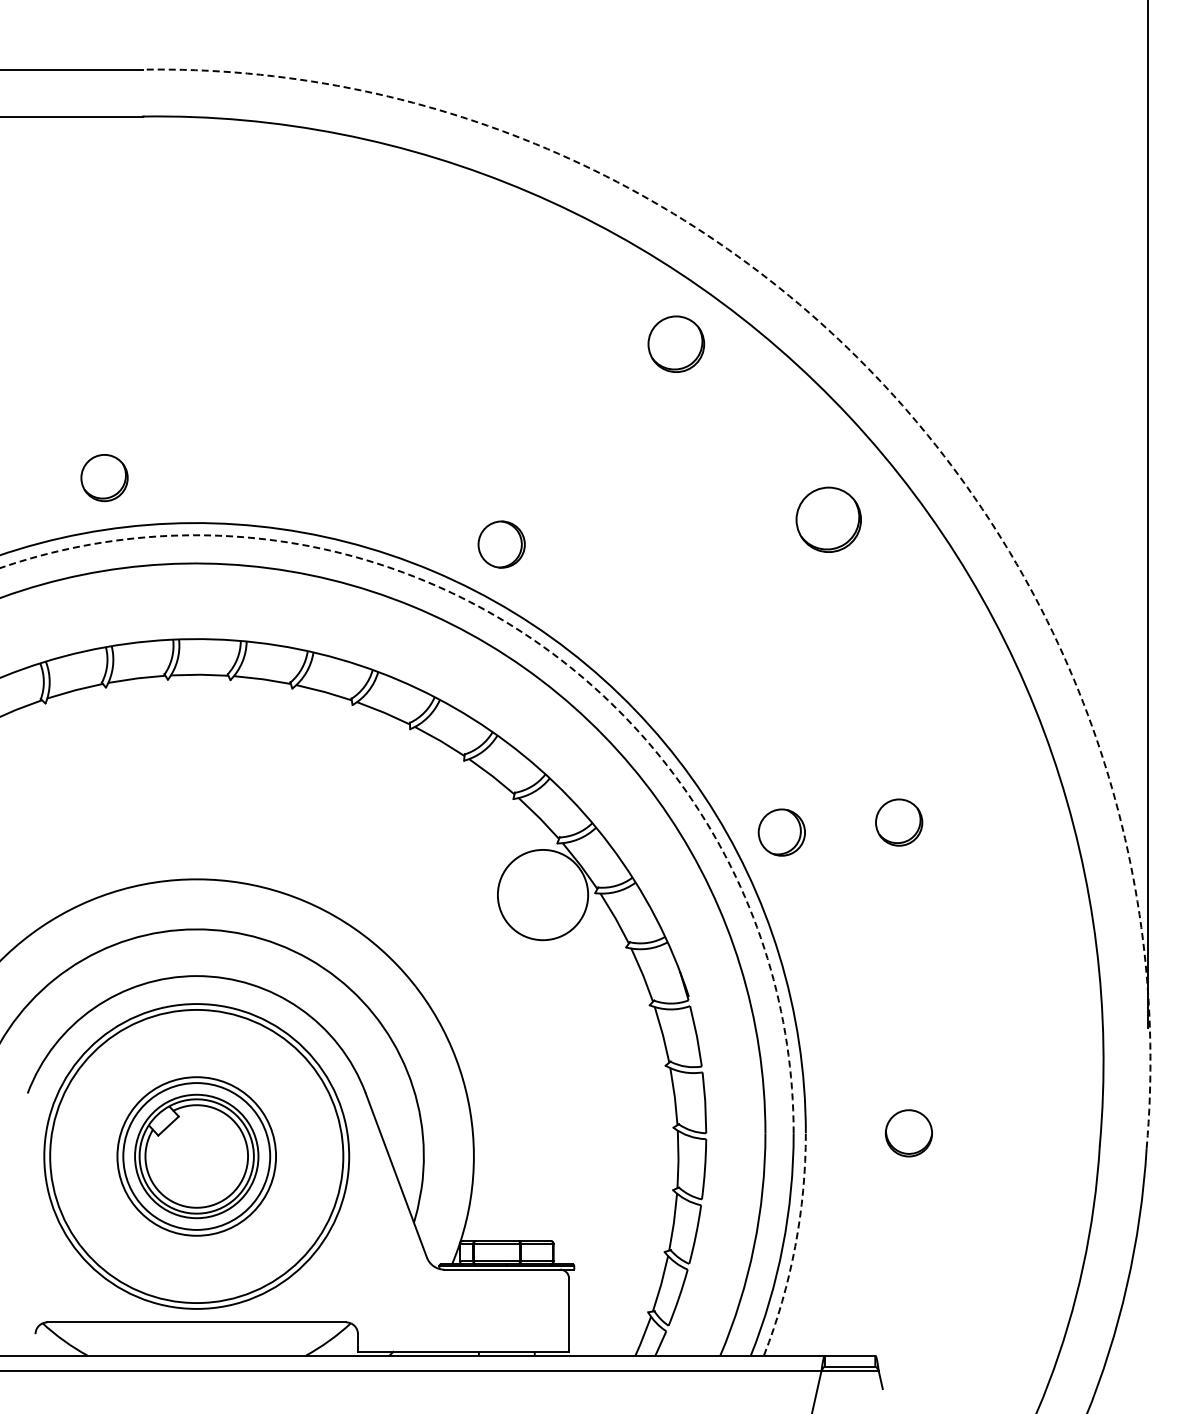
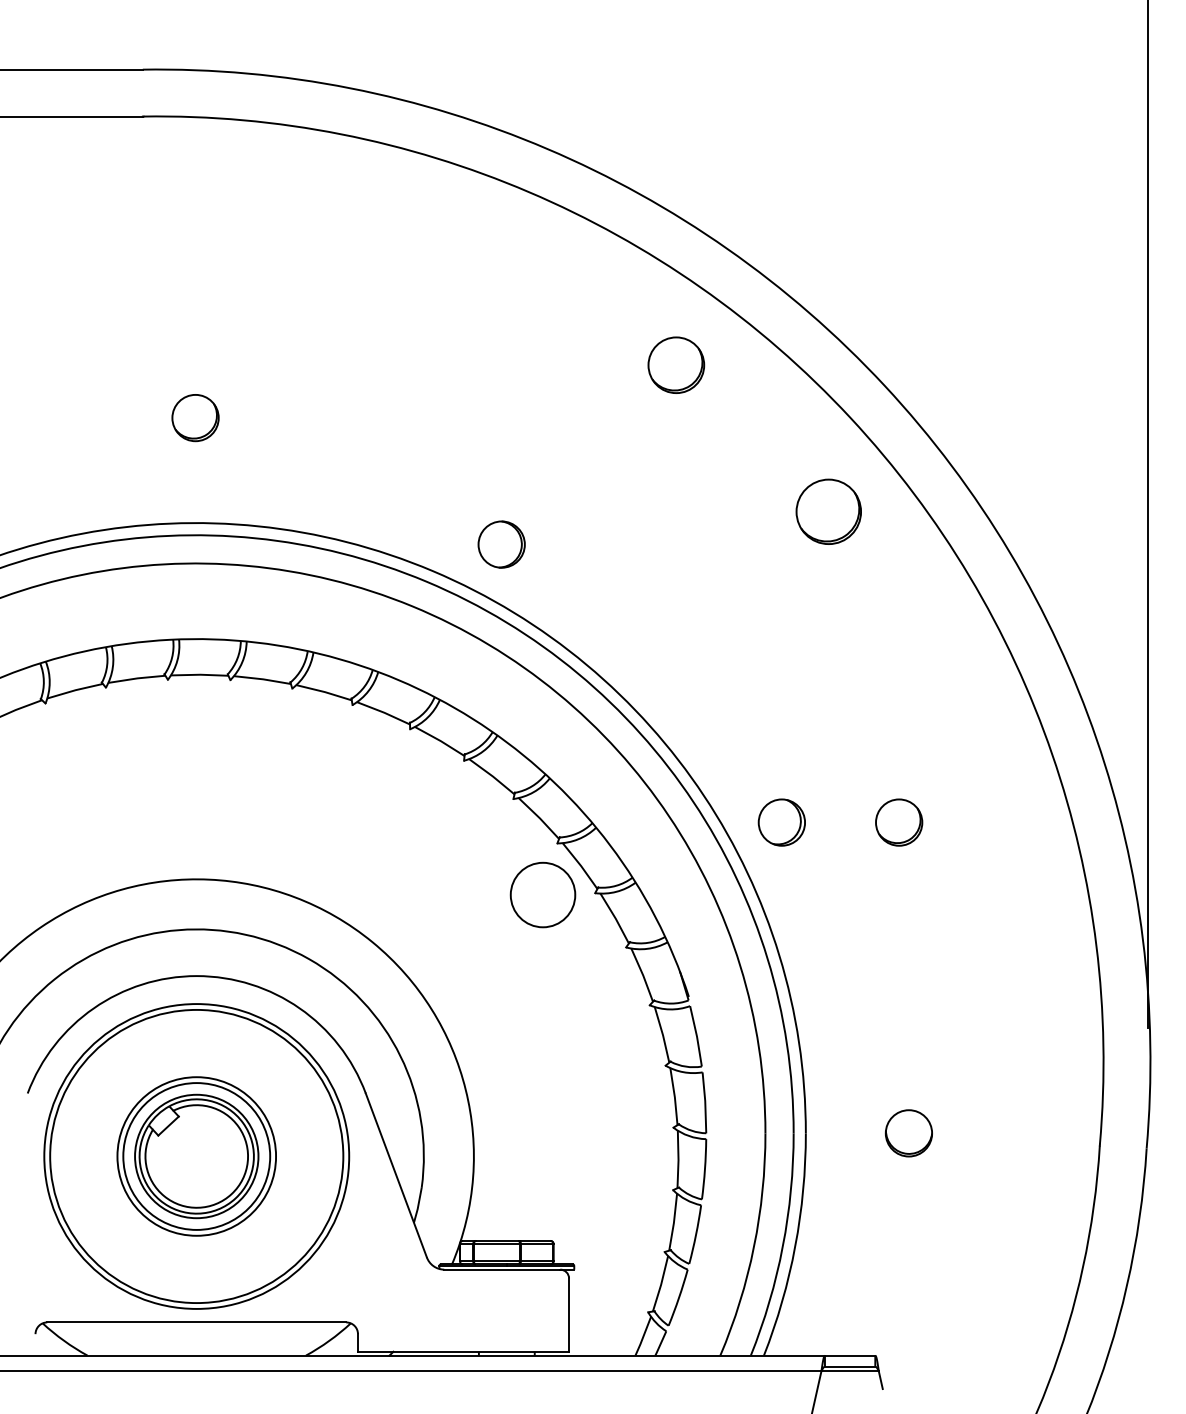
part at (676, 343) position: (676, 343) -> (676, 364)
arc at (884, 385): dashed -> solid
part at (104, 478) position: (104, 478) -> (195, 418)
part at (828, 519) position: (828, 519) -> (828, 511)
arc at (541, 645): dashed -> solid
part at (781, 832) position: (781, 832) -> (781, 822)
circle at (542, 894) diameter: 90 px -> 64 px
arc at (795, 1246): dashed -> solid
